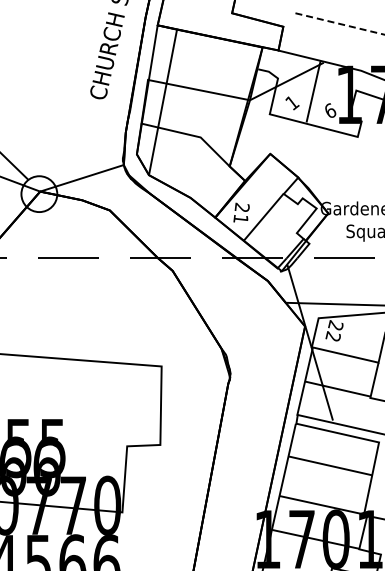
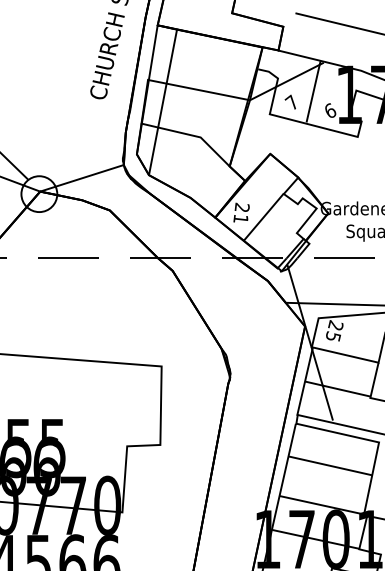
line at (339, 23): dashed -> solid
text at (291, 102): 1 -> 7
text at (333, 336): 22 -> 25
